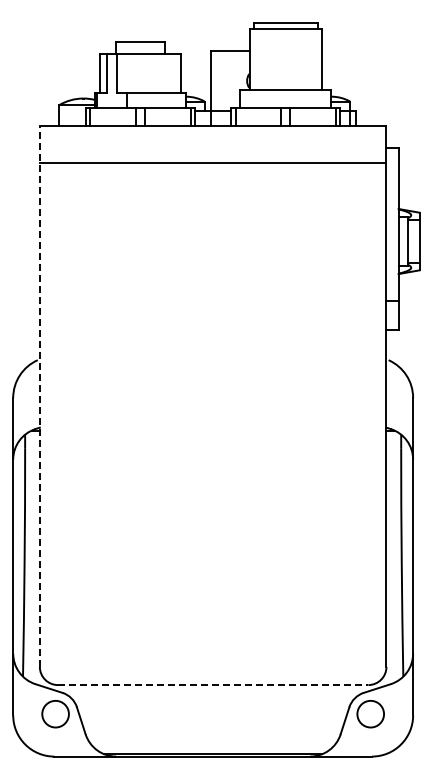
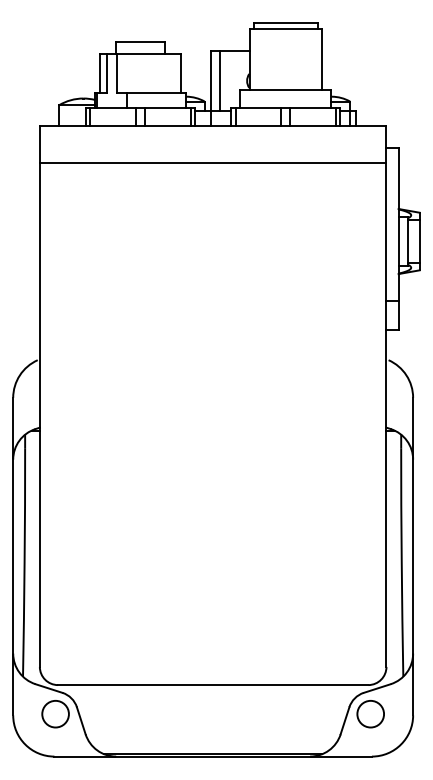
line at (219, 80): none -> present
line at (39, 396): dashed -> solid
line at (213, 685): dashed -> solid
